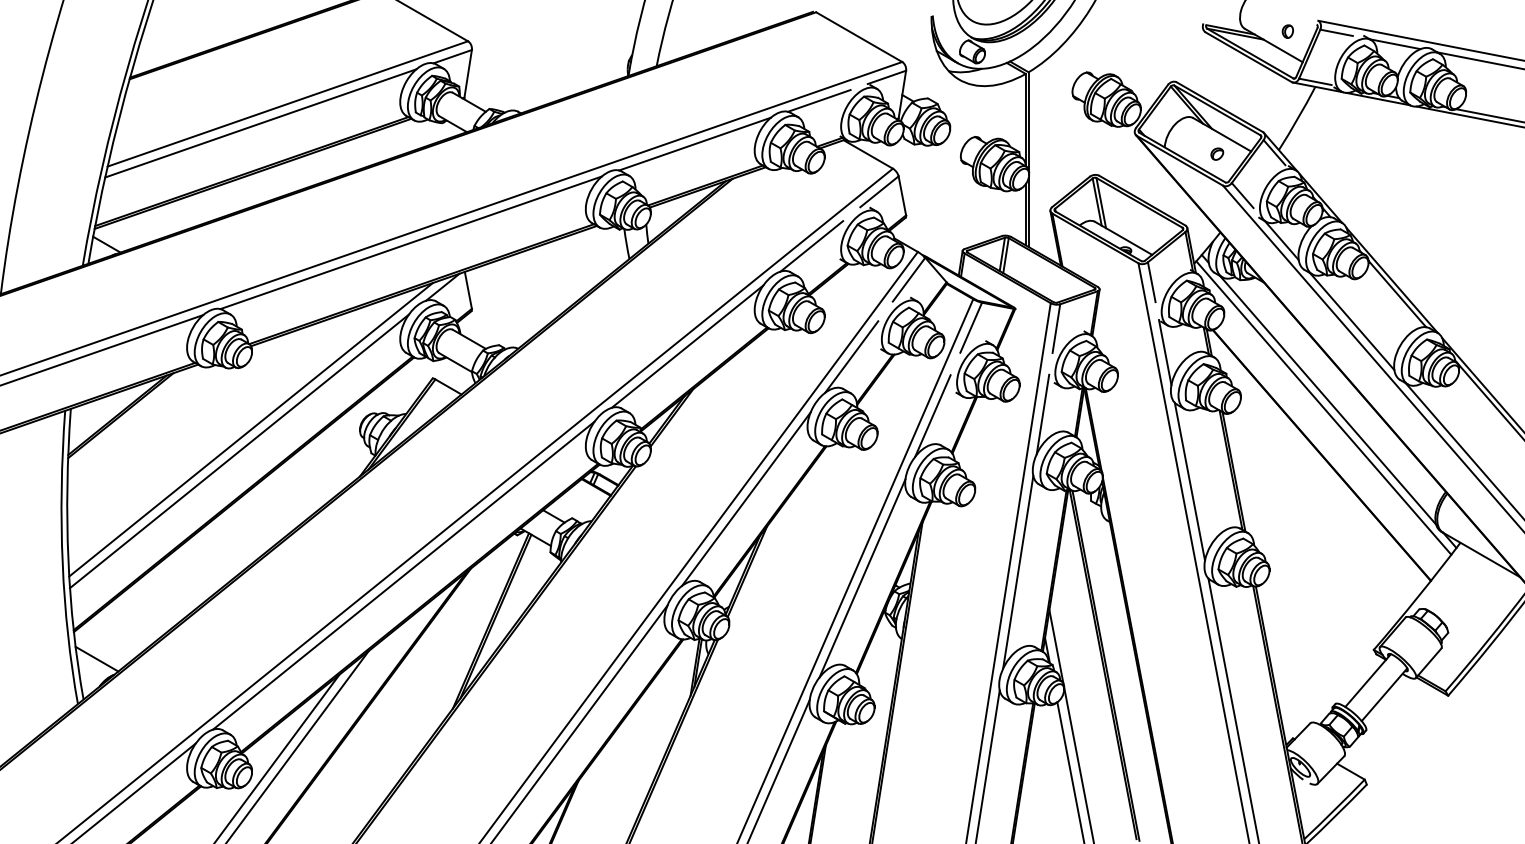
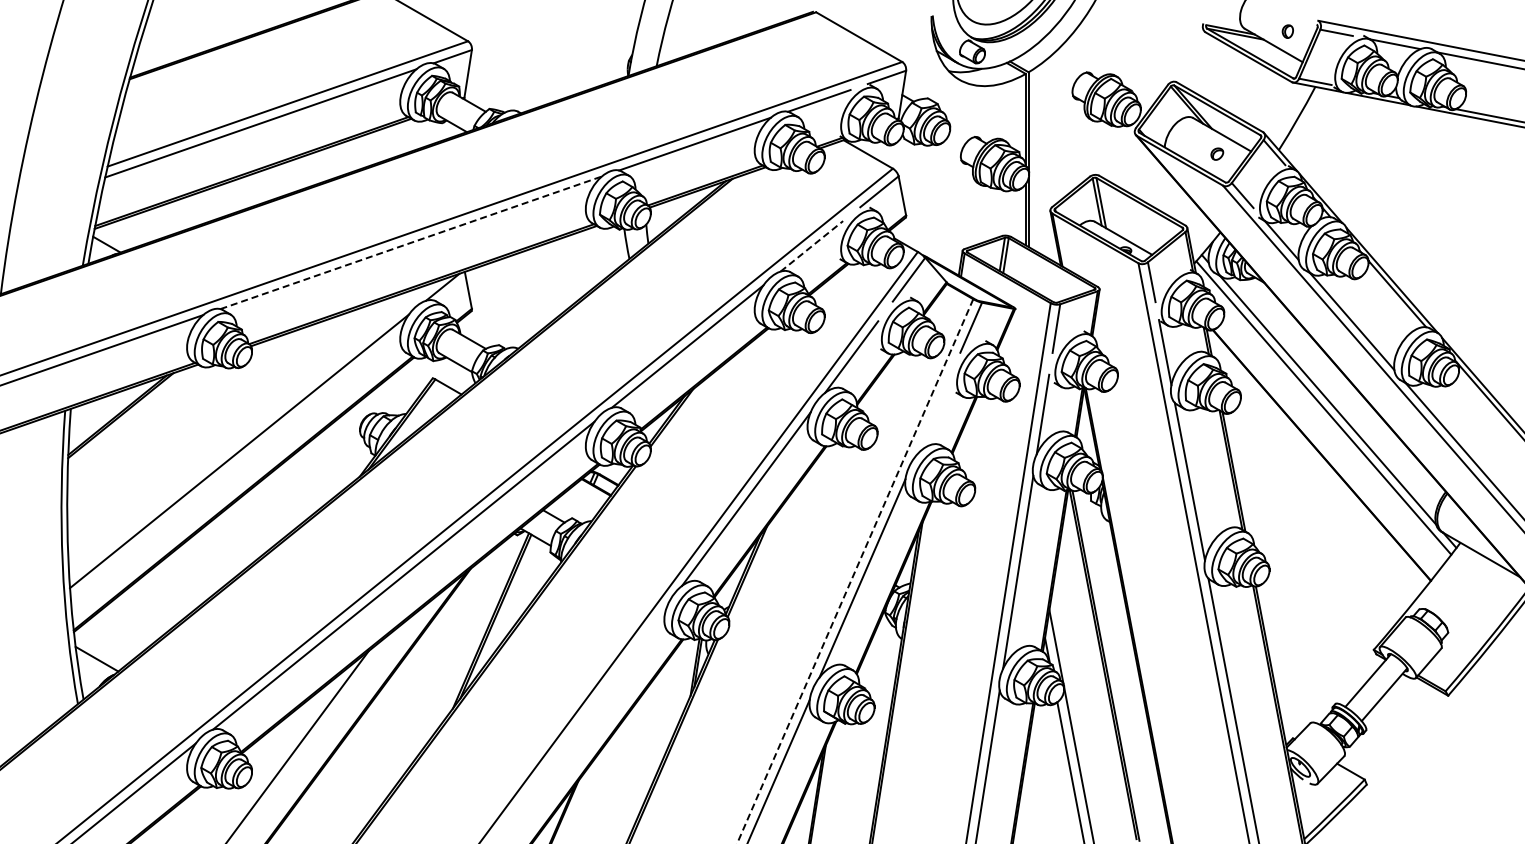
line at (411, 242): solid -> dashed
line at (812, 246): solid -> dashed
line at (932, 415): present -> none
line at (250, 429): present -> none
line at (855, 571): solid -> dashed
line at (580, 722): present -> none
line at (277, 757): present -> none
